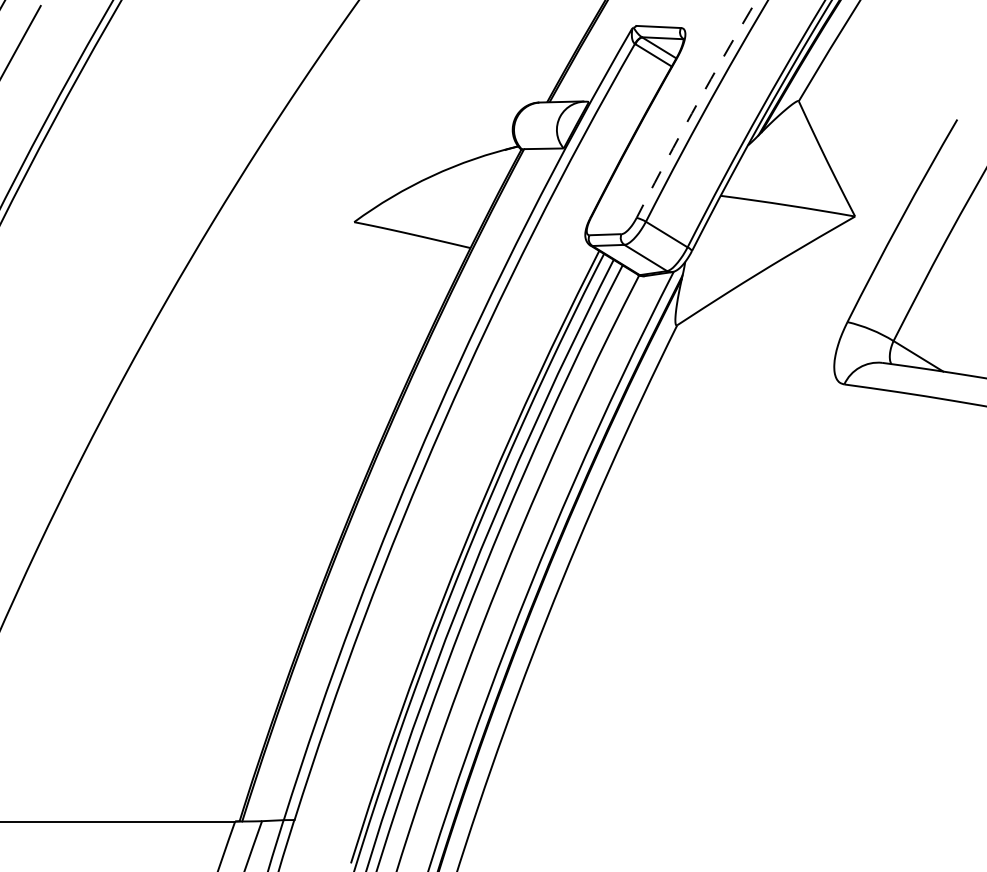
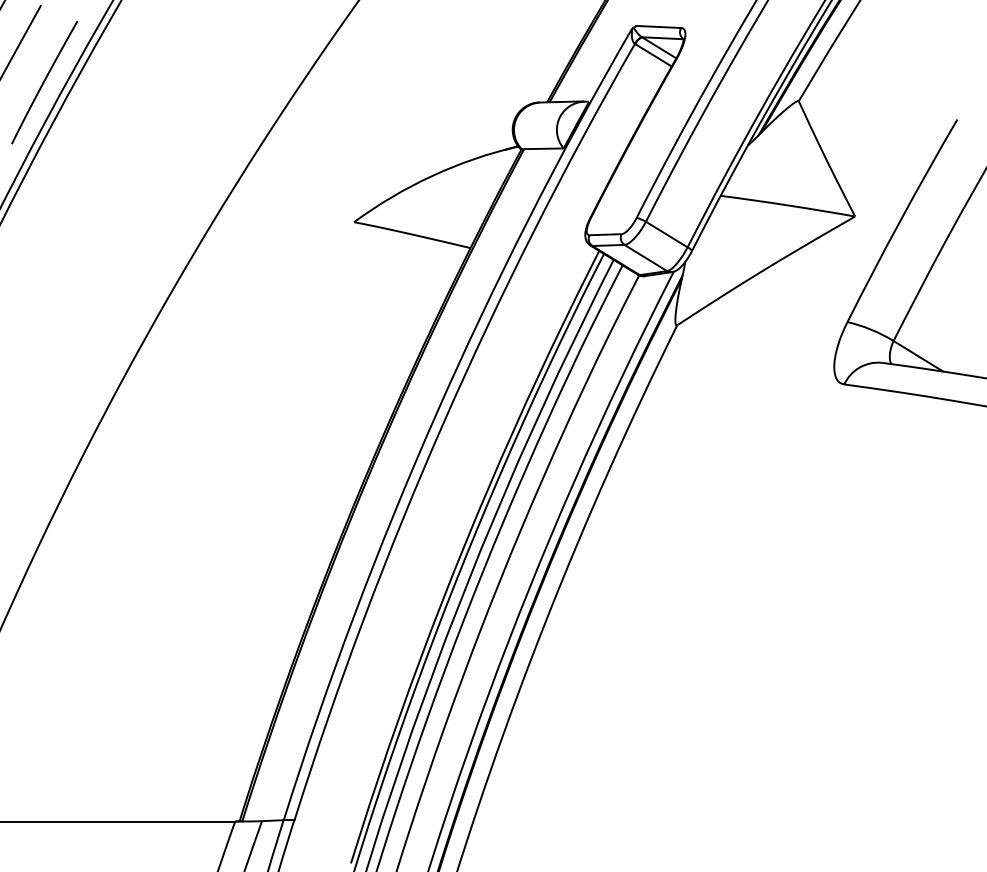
curve at (44, 82): none -> present
arc at (694, 108): dashed -> solid
